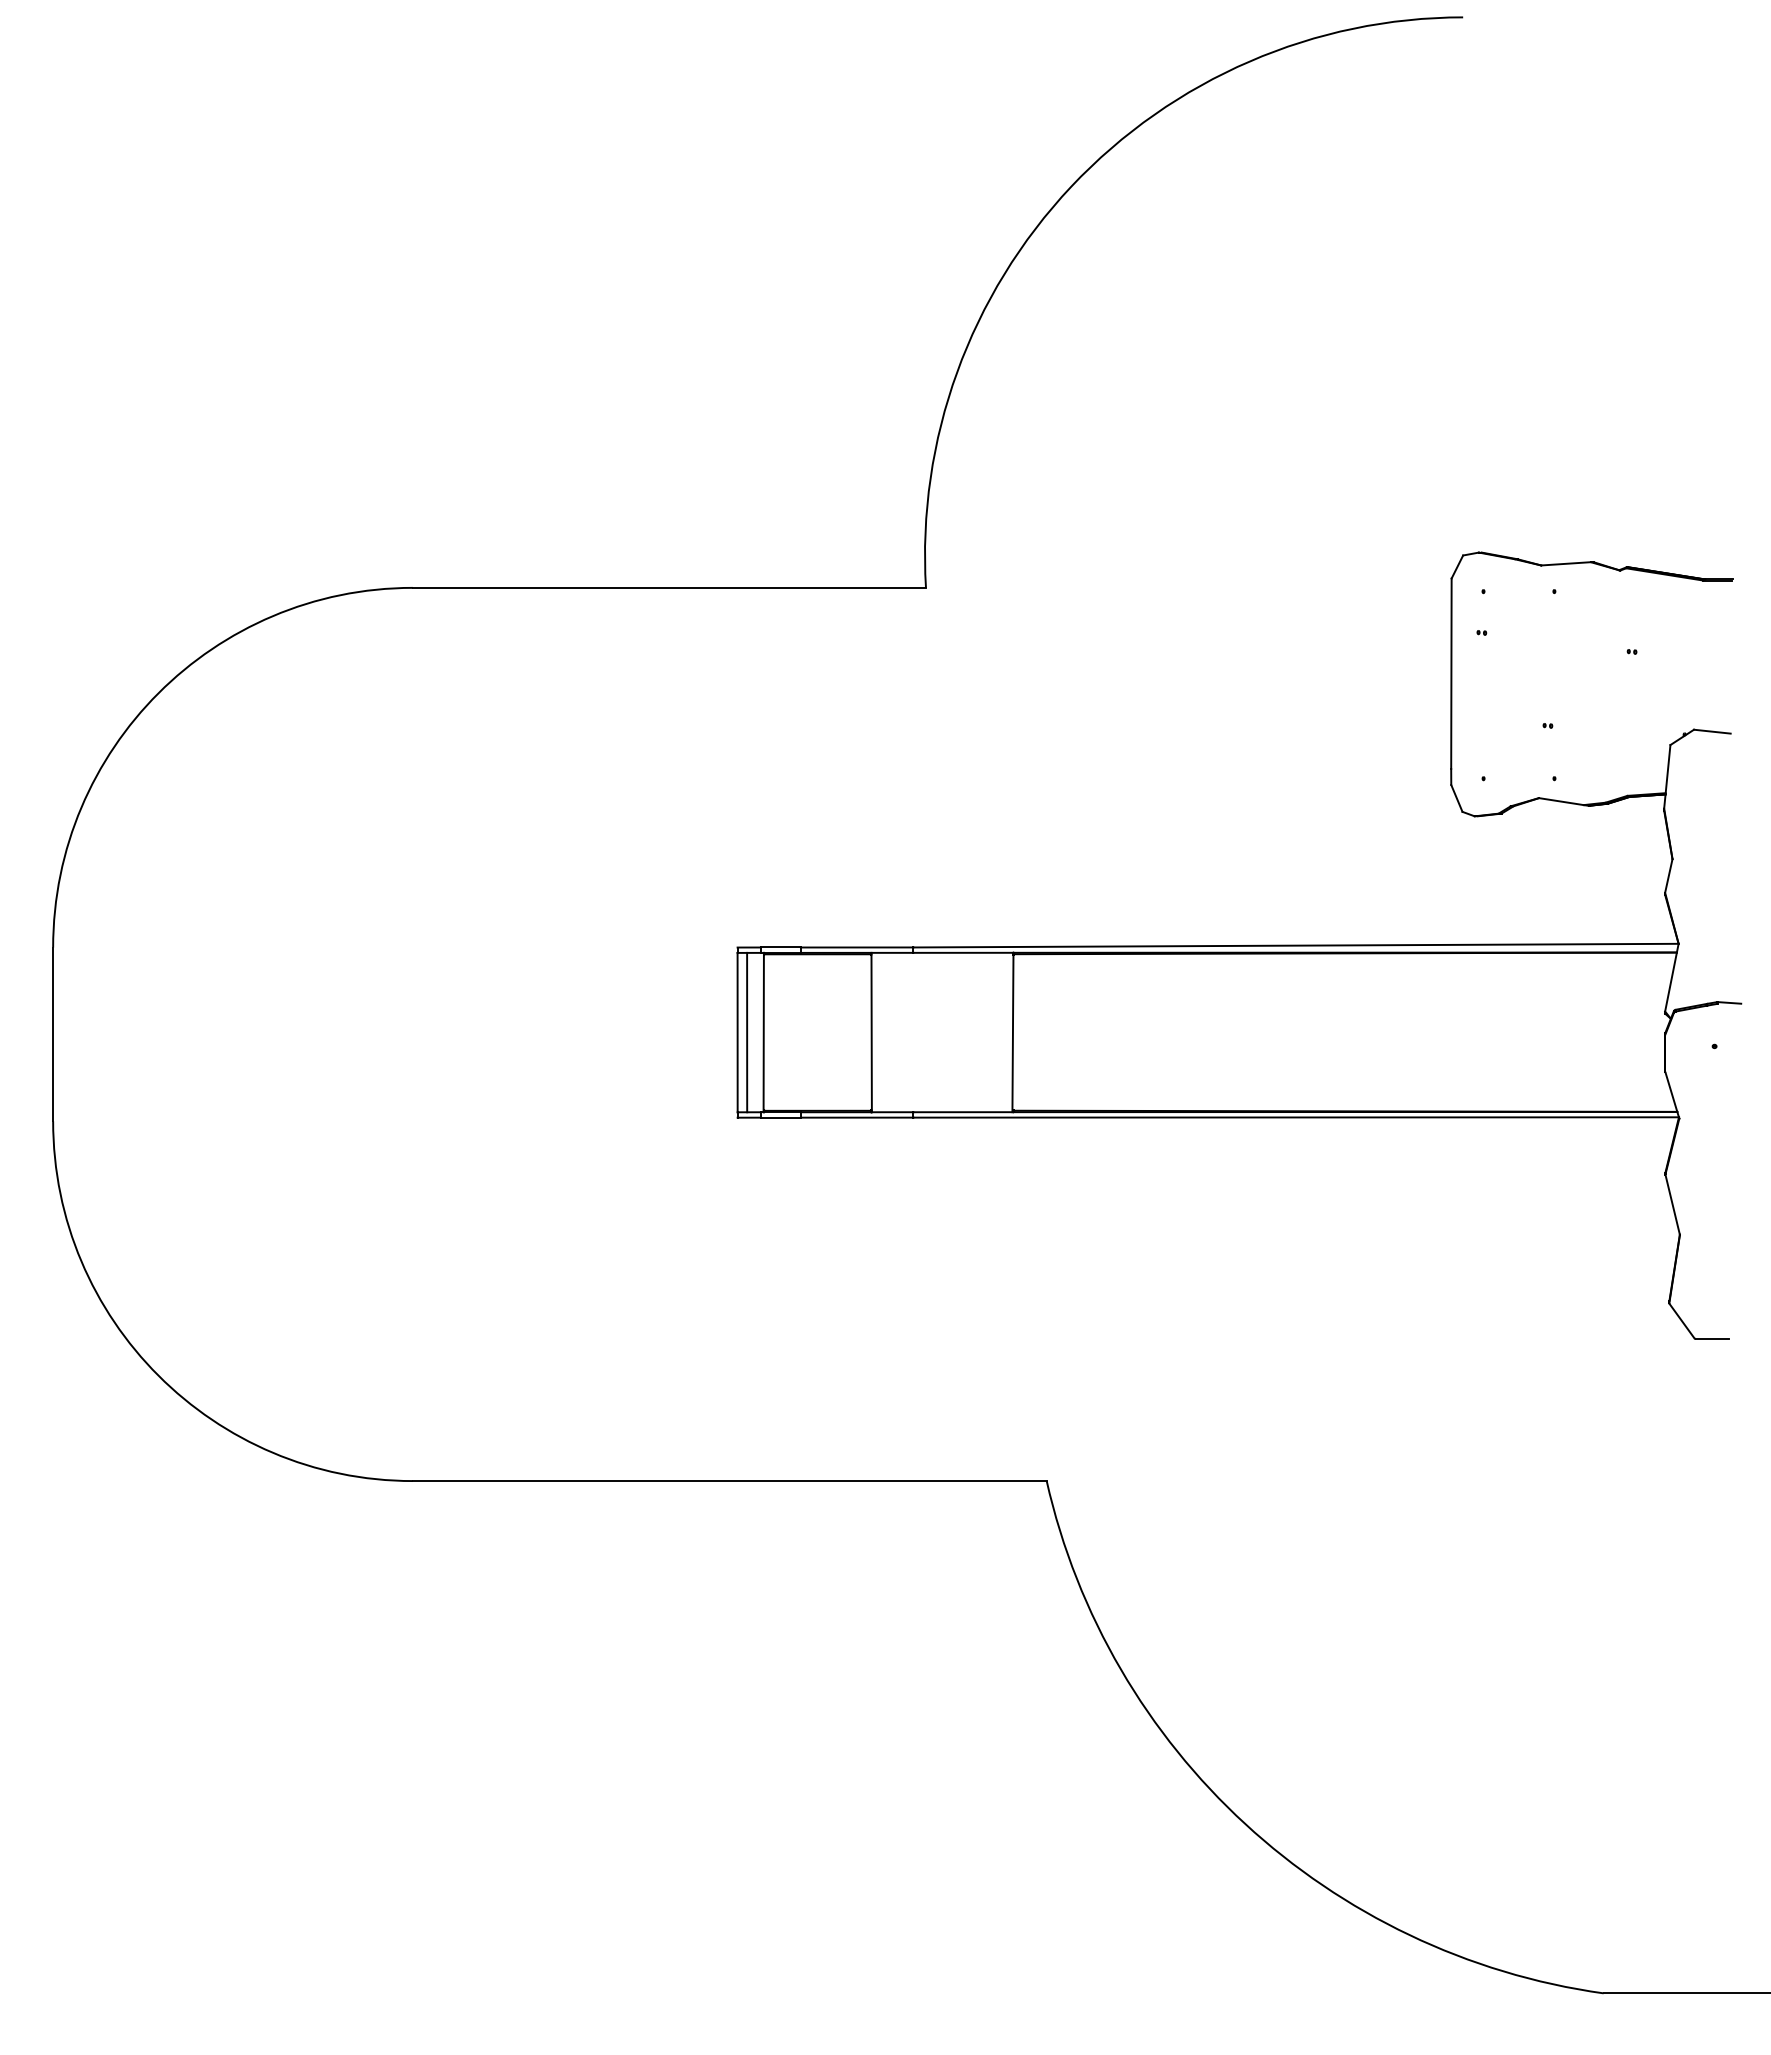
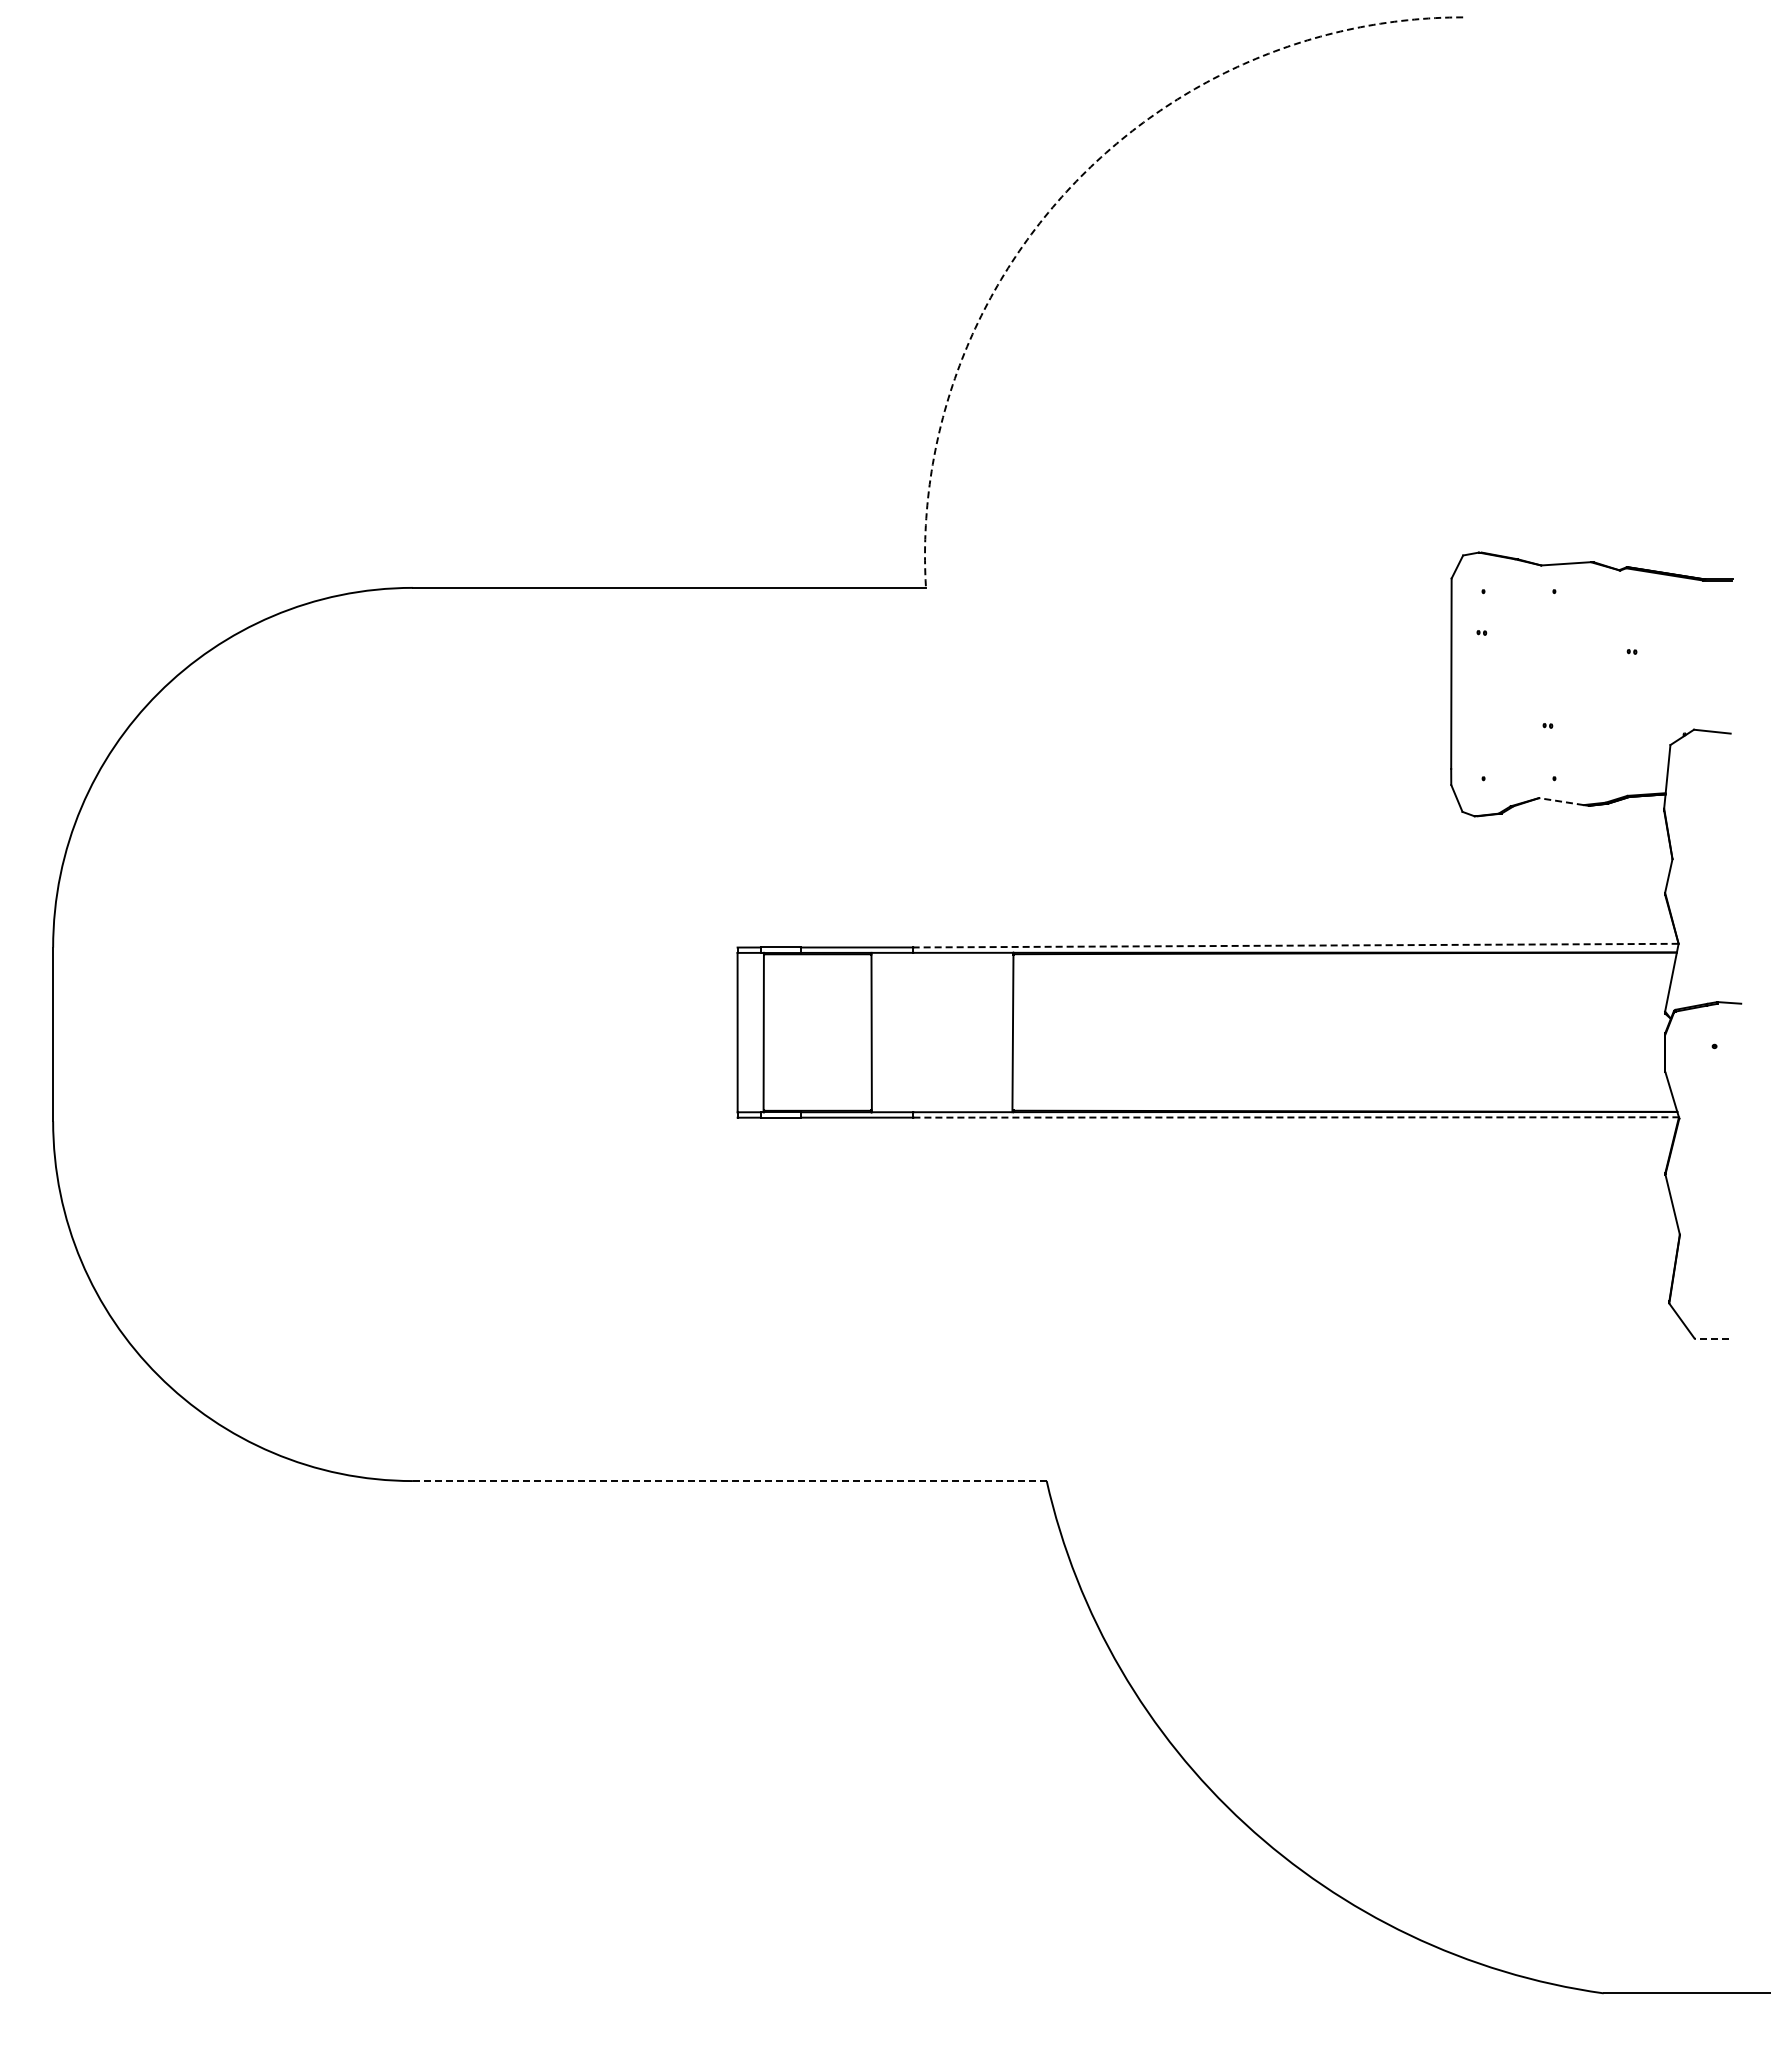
arc at (1071, 186): solid -> dashed
line at (1561, 801): solid -> dashed
line at (1296, 945): solid -> dashed
line at (747, 1032): present -> none
line at (1296, 1117): solid -> dashed
line at (1712, 1338): solid -> dashed
line at (729, 1481): solid -> dashed
